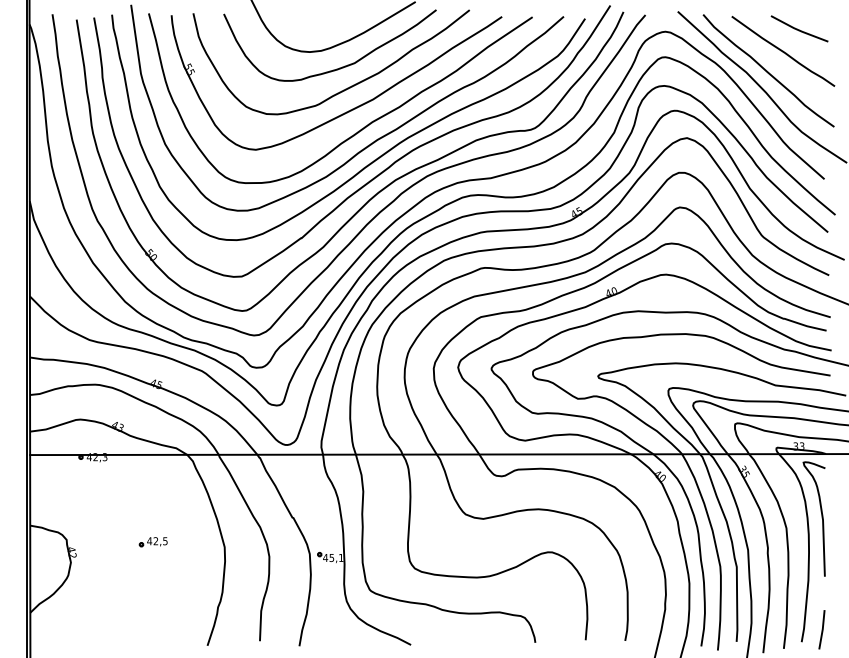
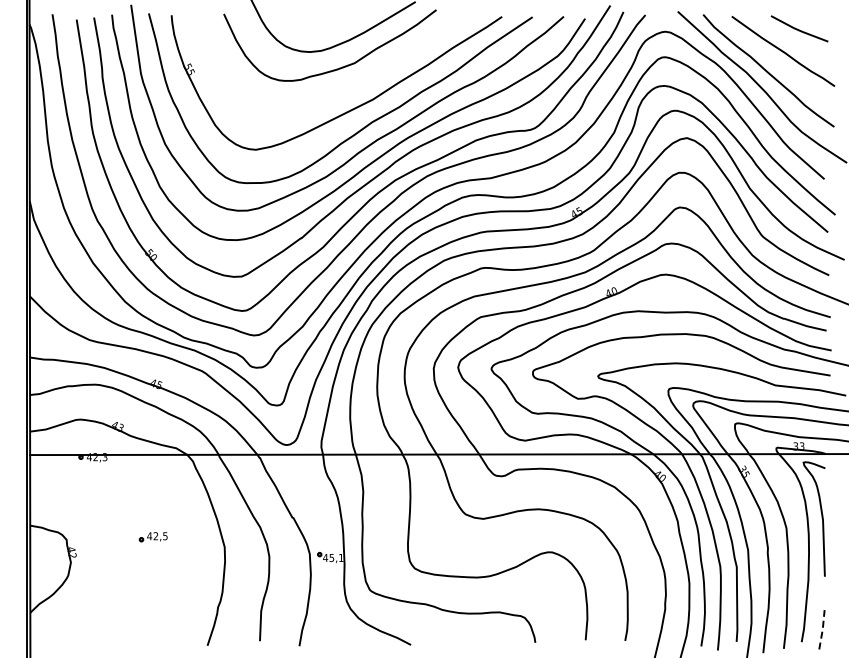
curve at (343, 89): present -> none
part at (152, 542) position: (152, 542) -> (152, 537)
line at (822, 629): solid -> dashed
